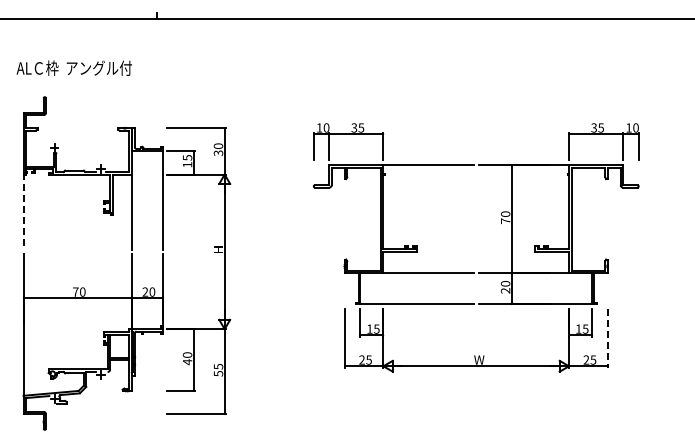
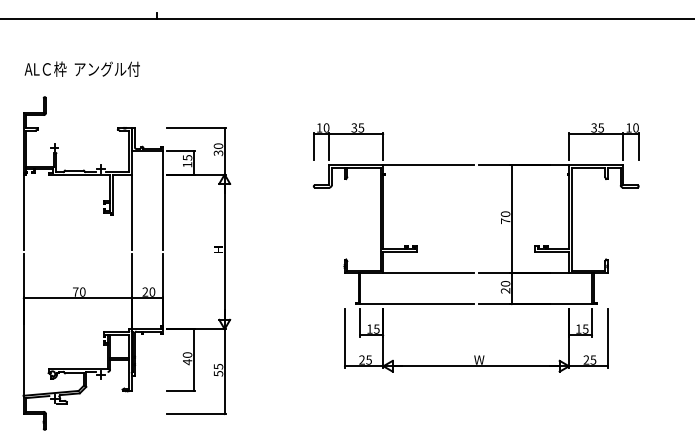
text at (73, 67) position: (73, 67) -> (81, 68)
line at (23, 211): dashed -> solid
line at (607, 338): dashed -> solid
